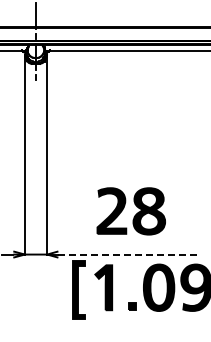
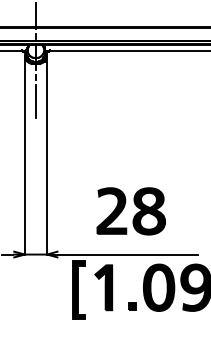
line at (36, 101): none -> present
line at (128, 254): dashed -> solid
